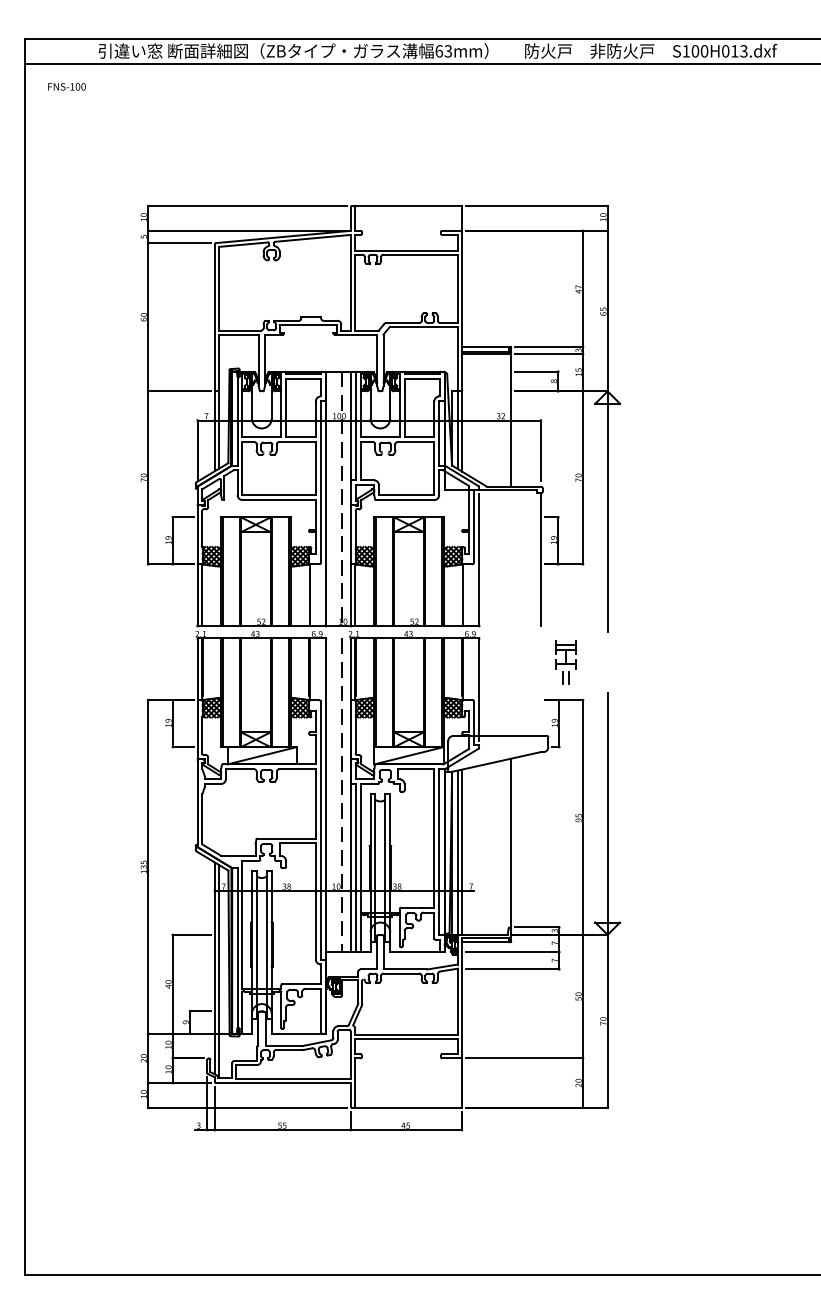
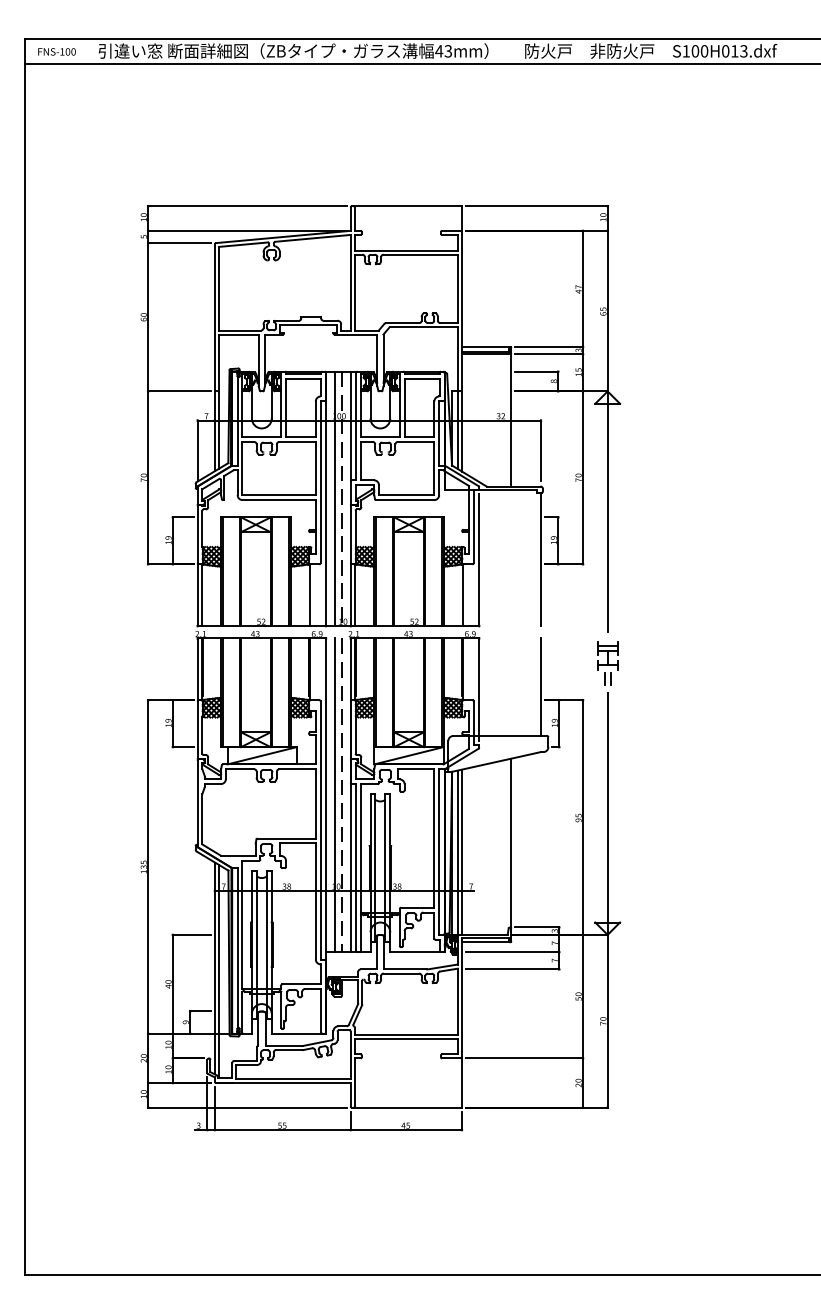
text at (439, 51): 63mm -> 43mm
text at (66, 86) position: (66, 86) -> (56, 51)
line at (334, 498): none -> present
part at (565, 662) position: (565, 662) -> (607, 663)
line at (540, 687): none -> present
line at (334, 795): none -> present
